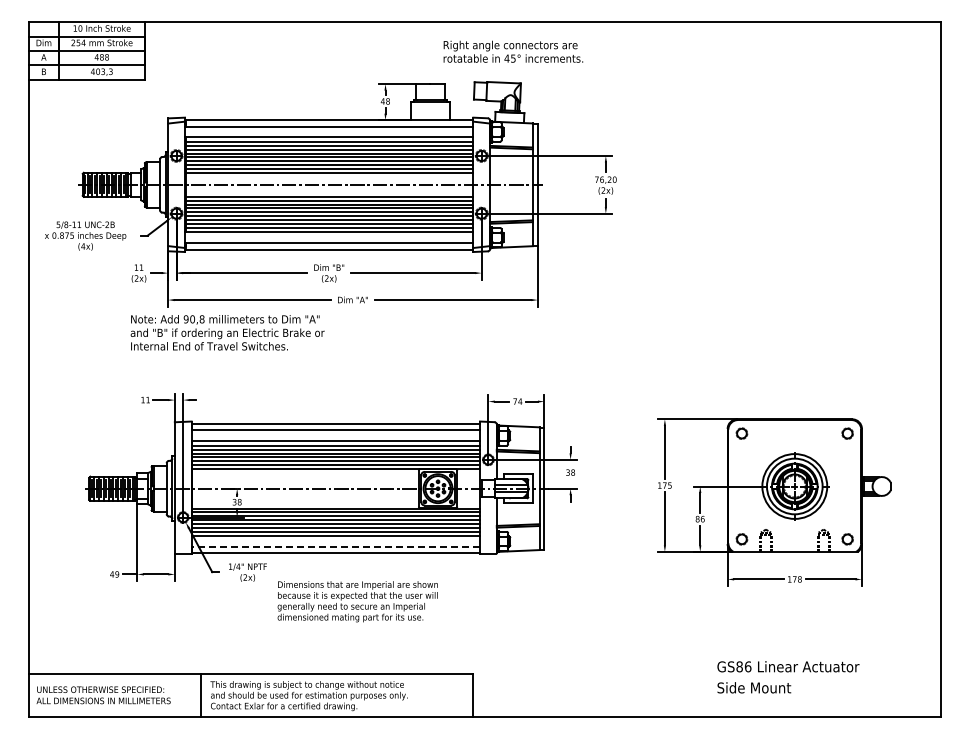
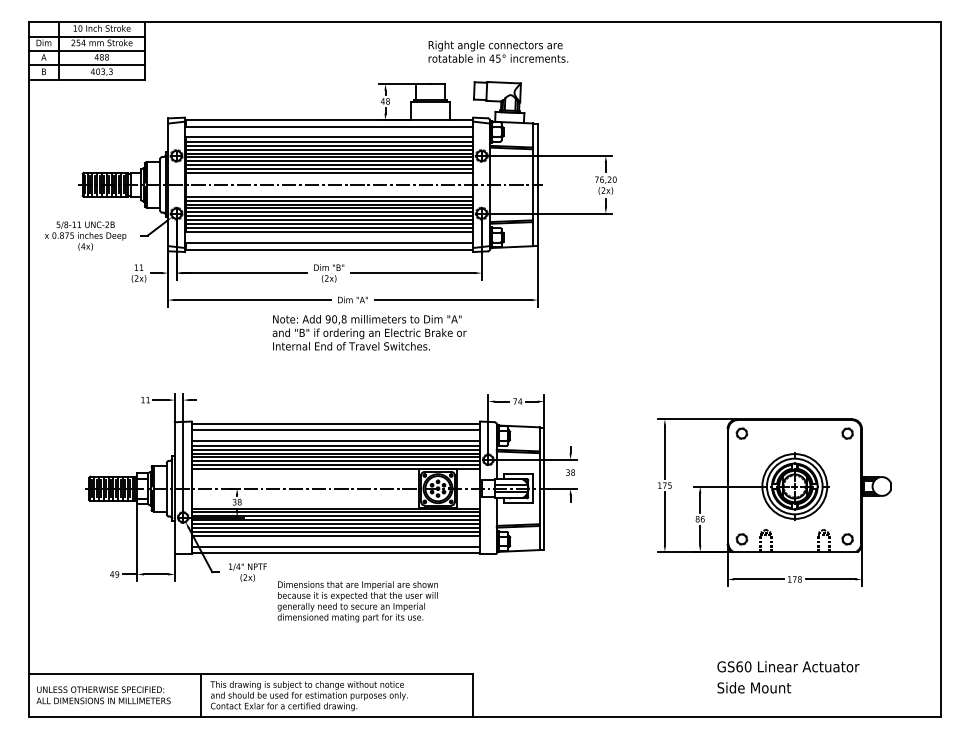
text at (513, 51) position: (513, 51) -> (498, 51)
text at (227, 332) position: (227, 332) -> (369, 332)
line at (335, 546): dashed -> solid
text at (743, 666): GS86 -> GS60
